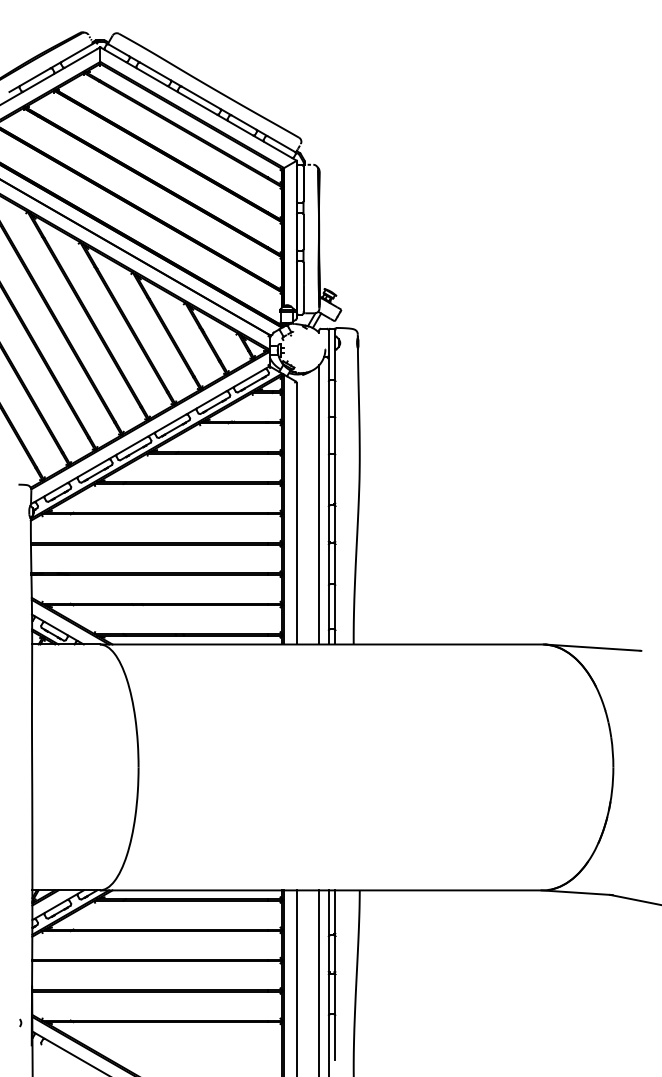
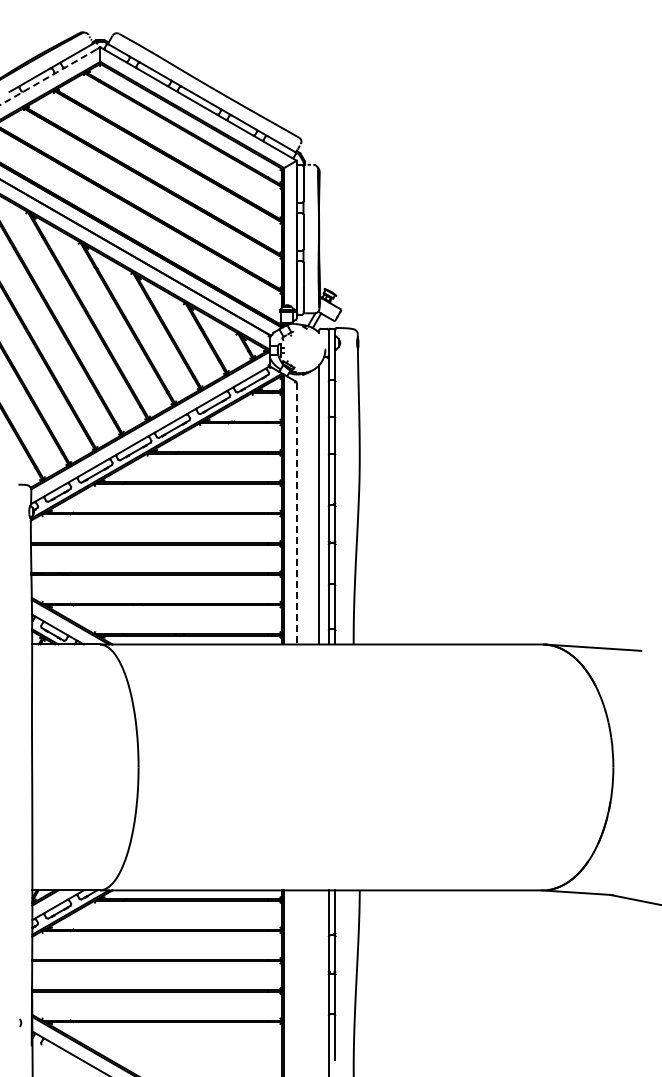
line at (48, 77): solid -> dashed
line at (296, 513): solid -> dashed
line at (296, 981): present -> none
line at (319, 981): present -> none
